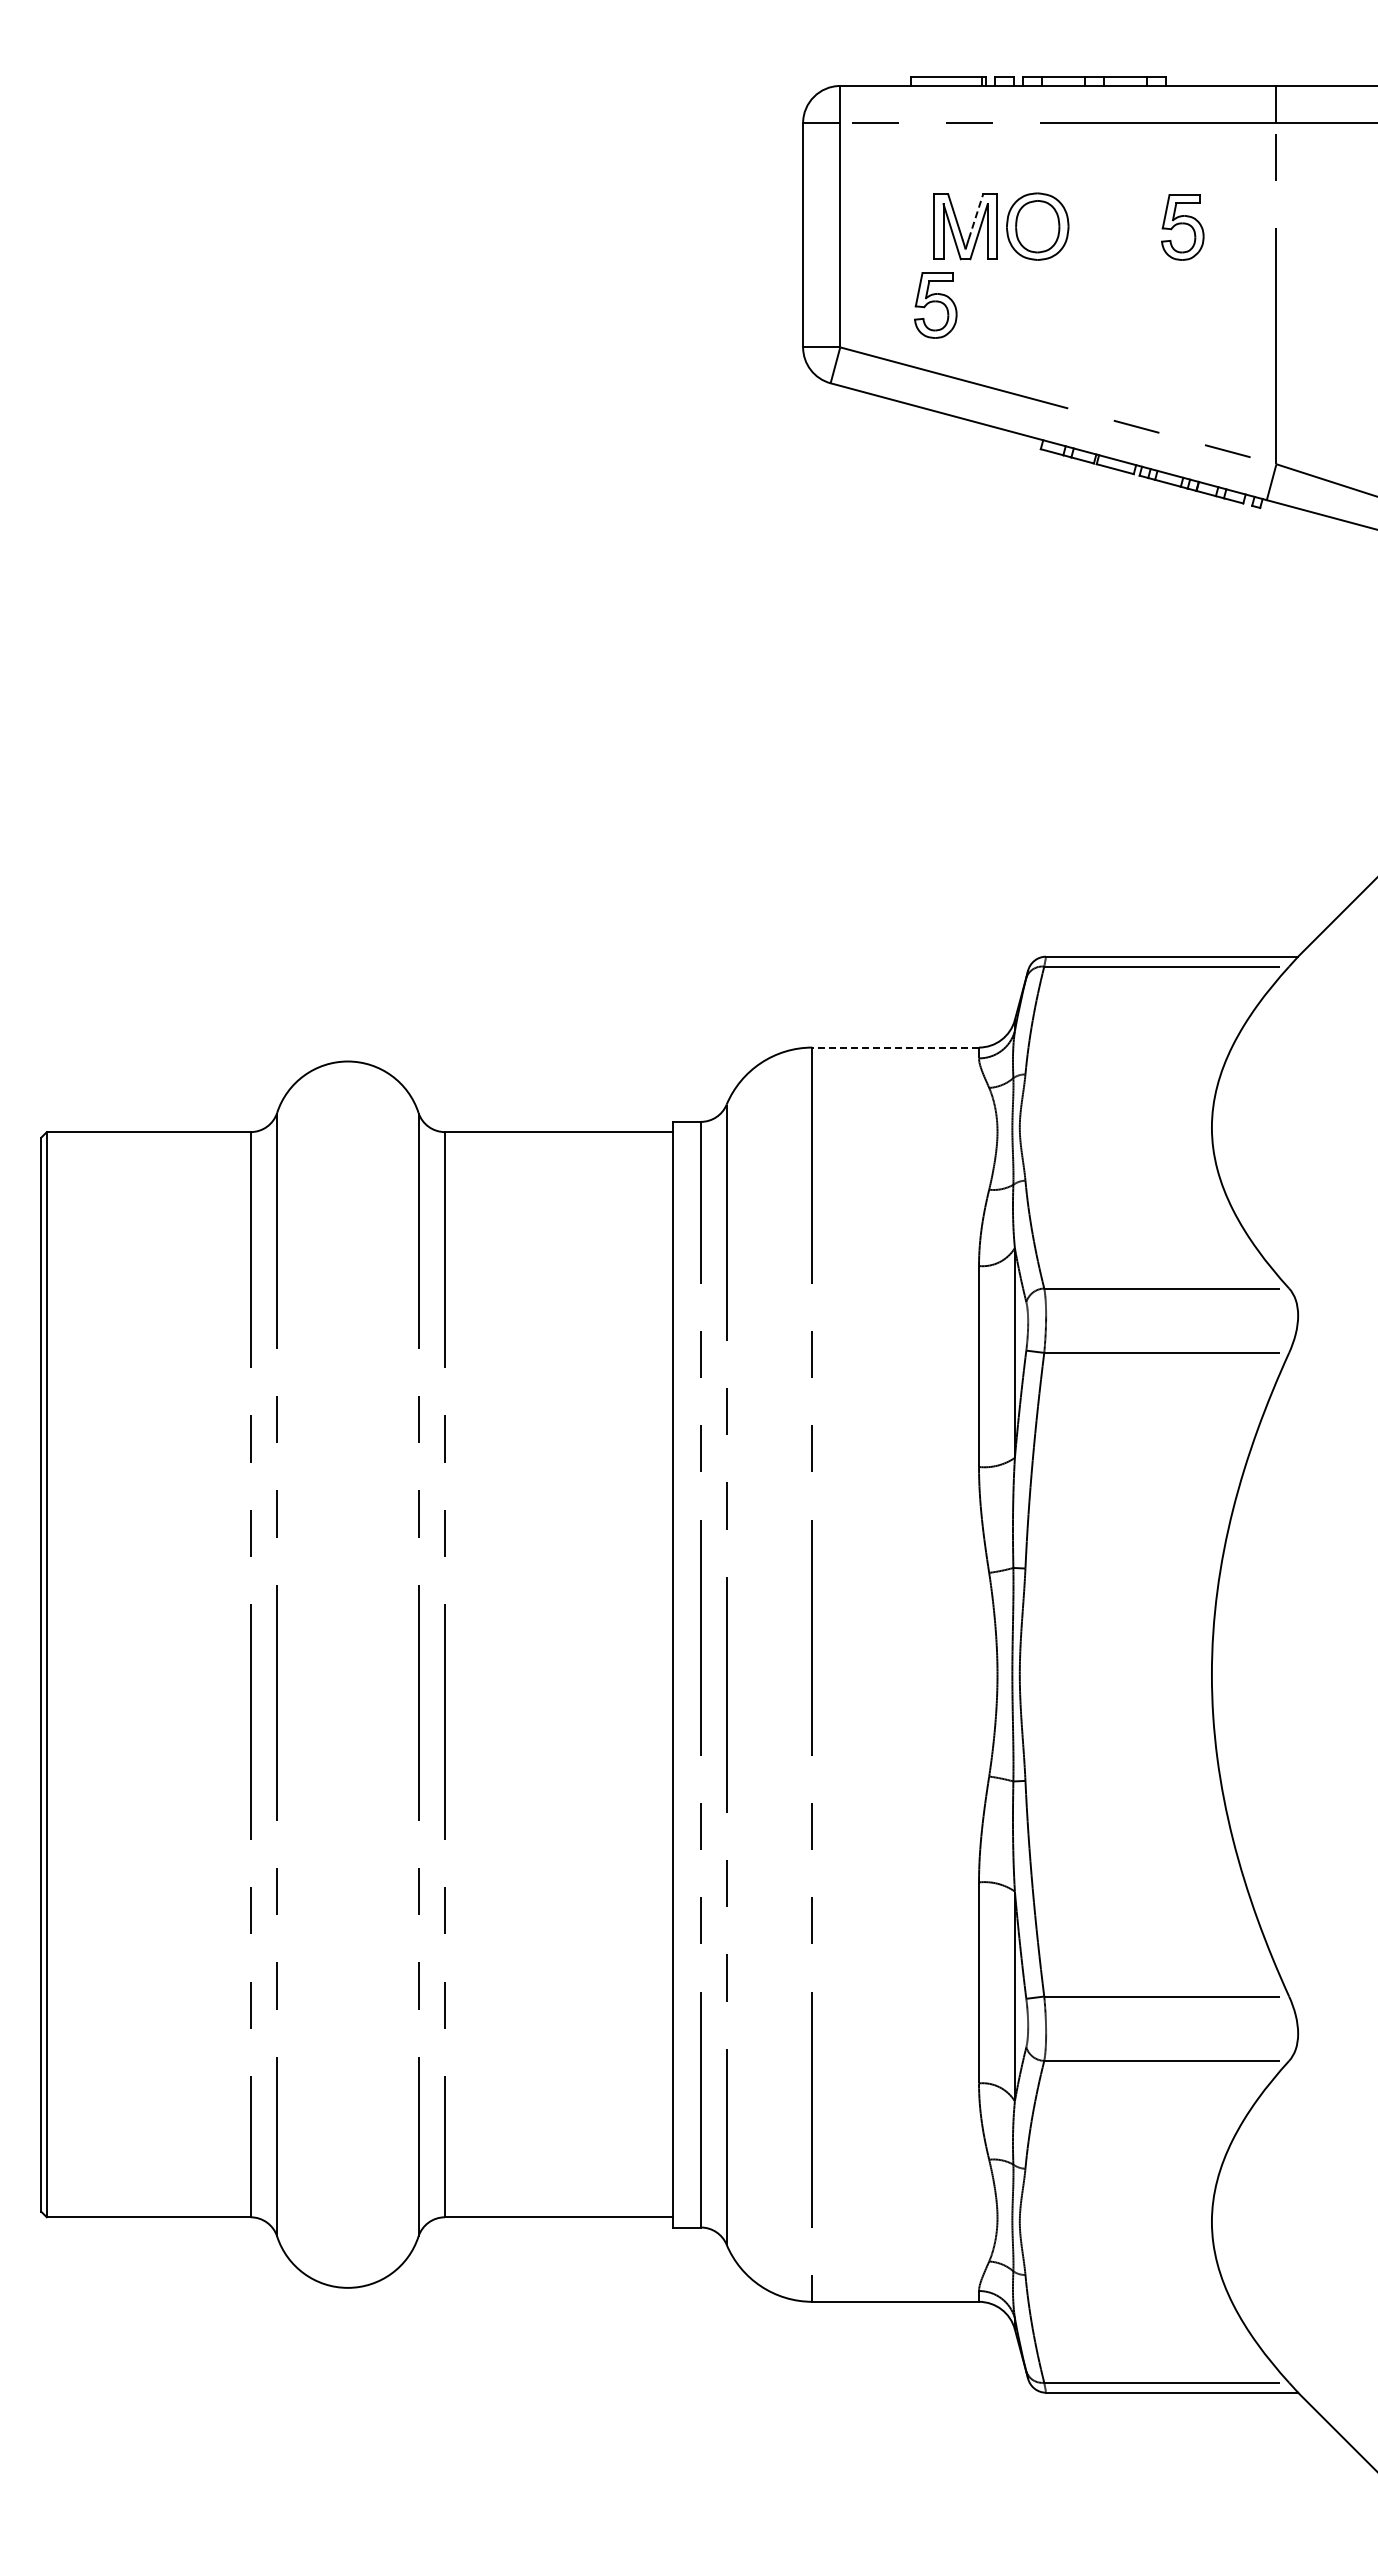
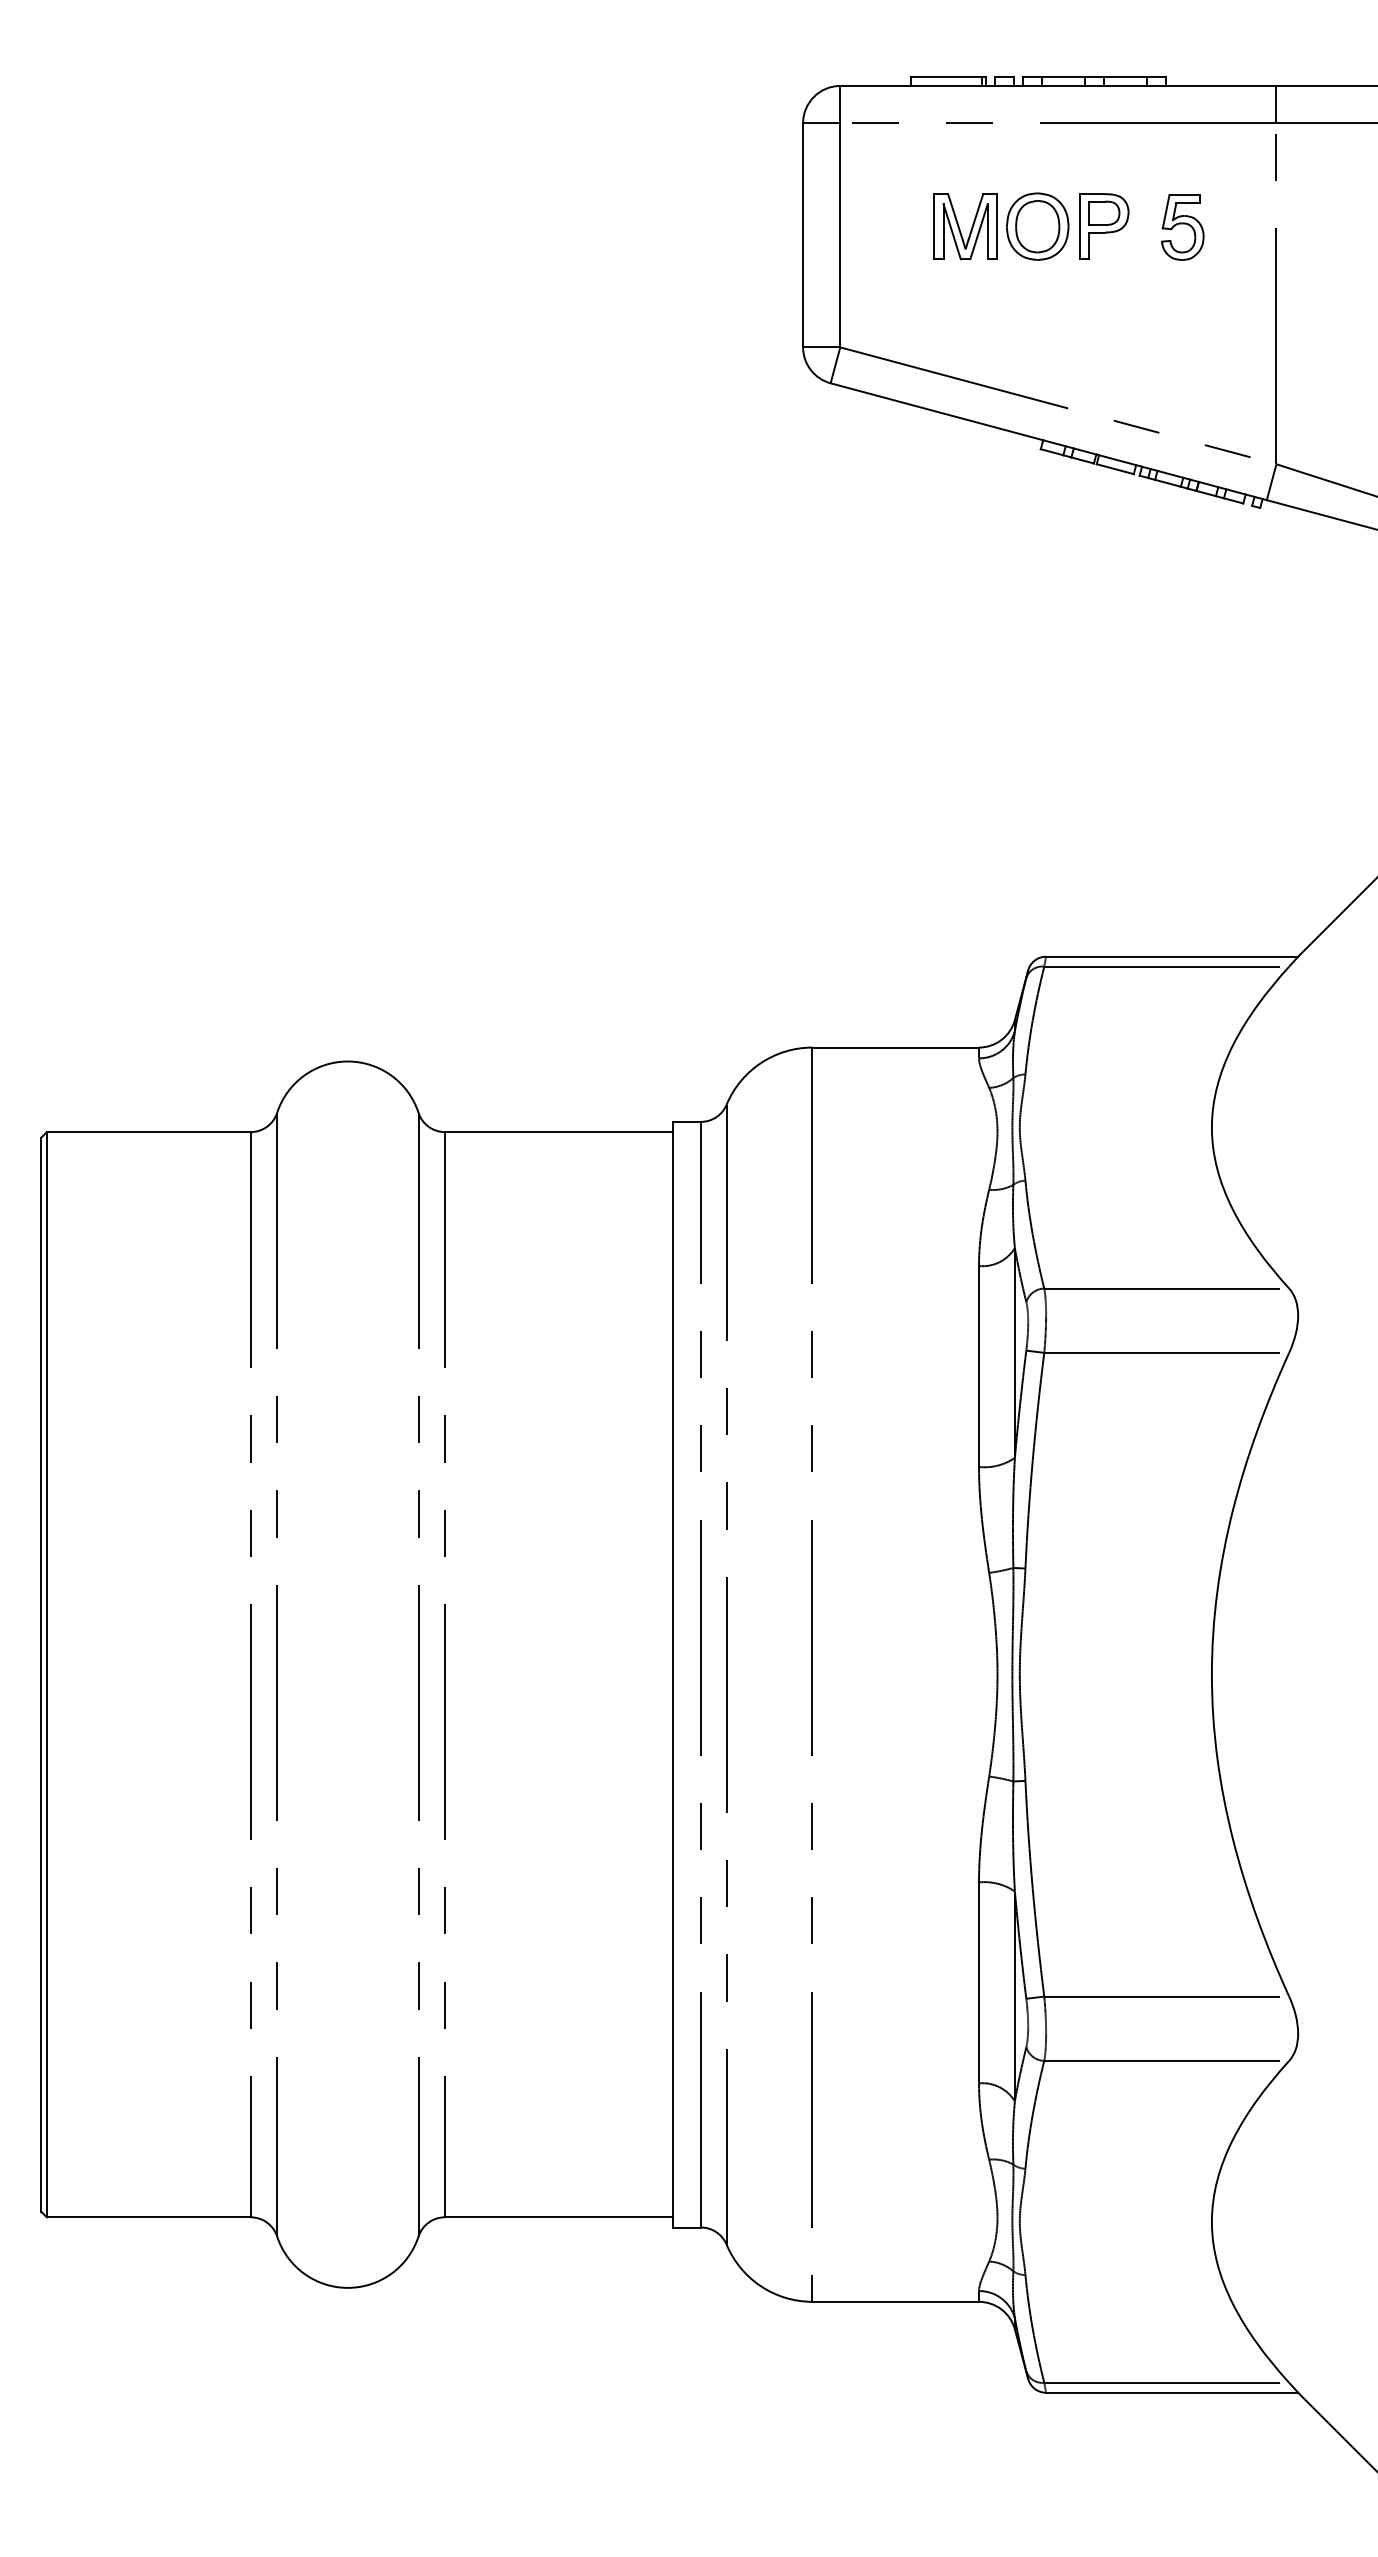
line at (976, 216): dashed -> solid
part at (1104, 226): none -> present
part at (935, 305): present -> none
line at (895, 1047): dashed -> solid
